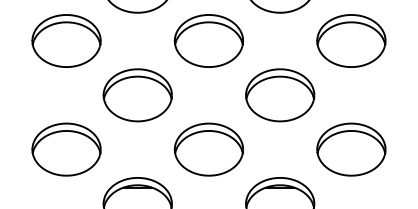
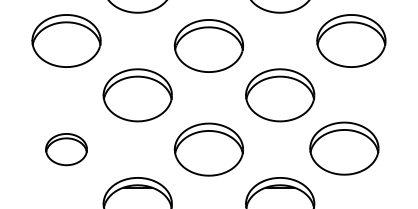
part at (208, 40) position: (208, 40) -> (208, 45)
part at (66, 149) size: 71x55 px -> 43x34 px
part at (351, 149) position: (351, 149) -> (344, 148)
